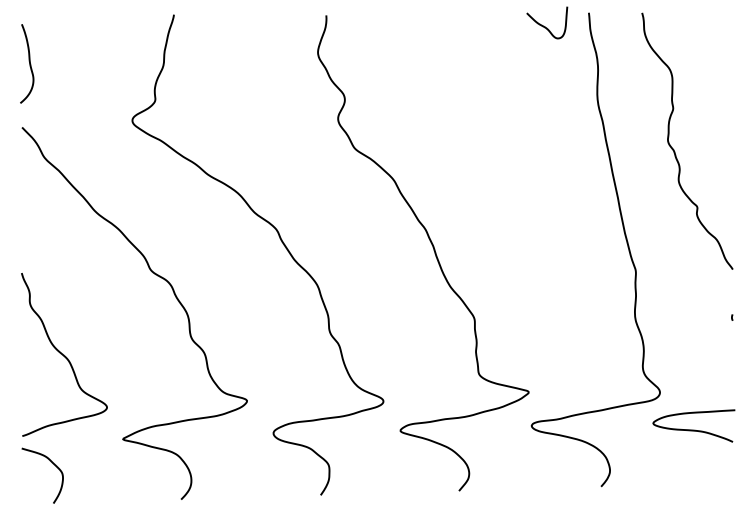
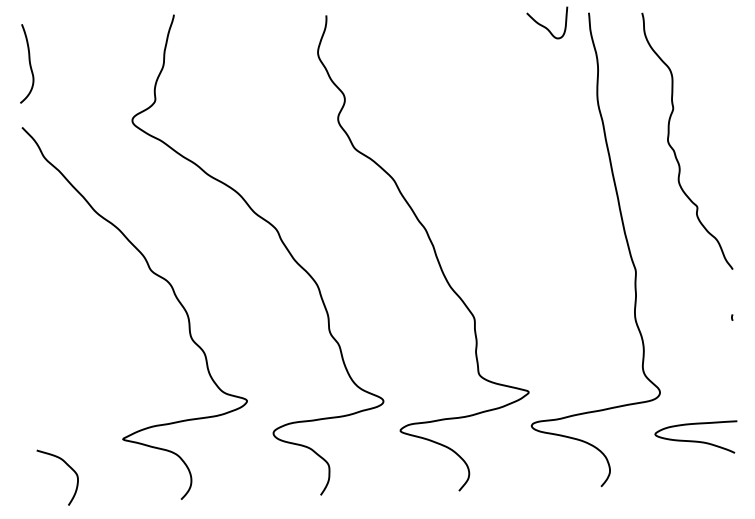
curve at (64, 354): present -> none
curve at (693, 429) position: (693, 429) -> (695, 440)
curve at (53, 464) position: (53, 464) -> (68, 466)
